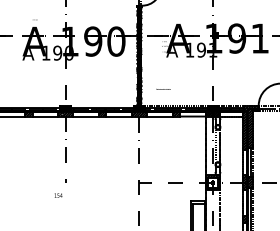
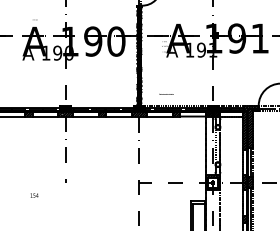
text at (163, 88) position: (163, 88) -> (166, 93)
text at (58, 195) position: (58, 195) -> (34, 195)
